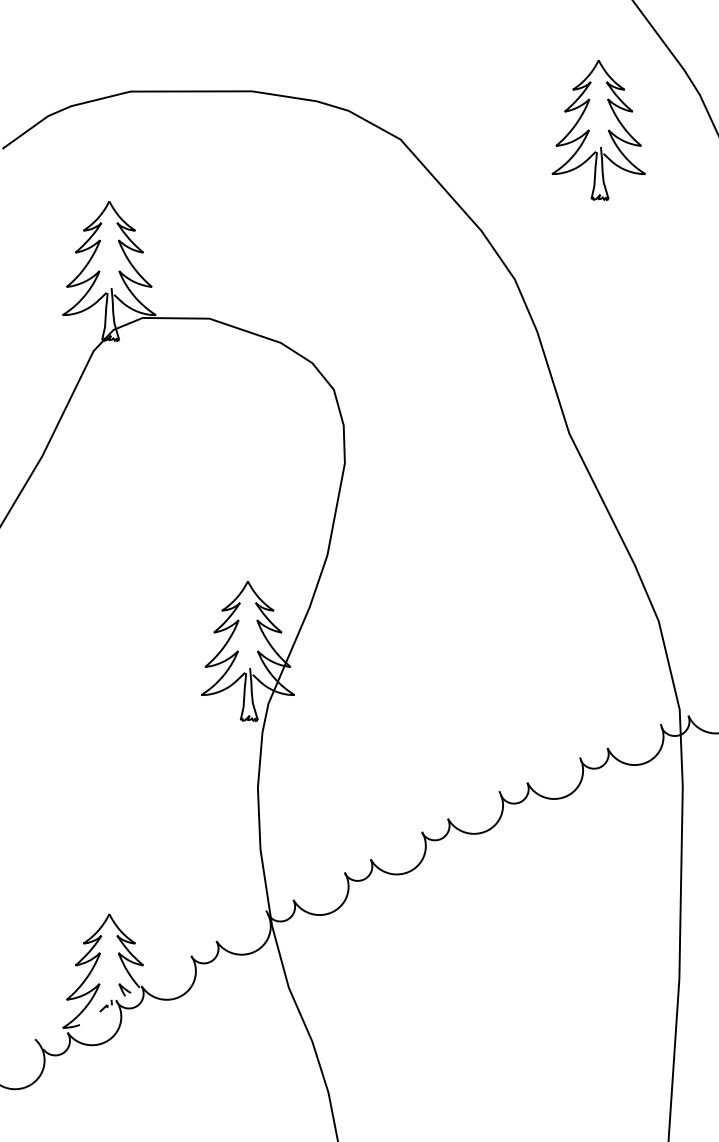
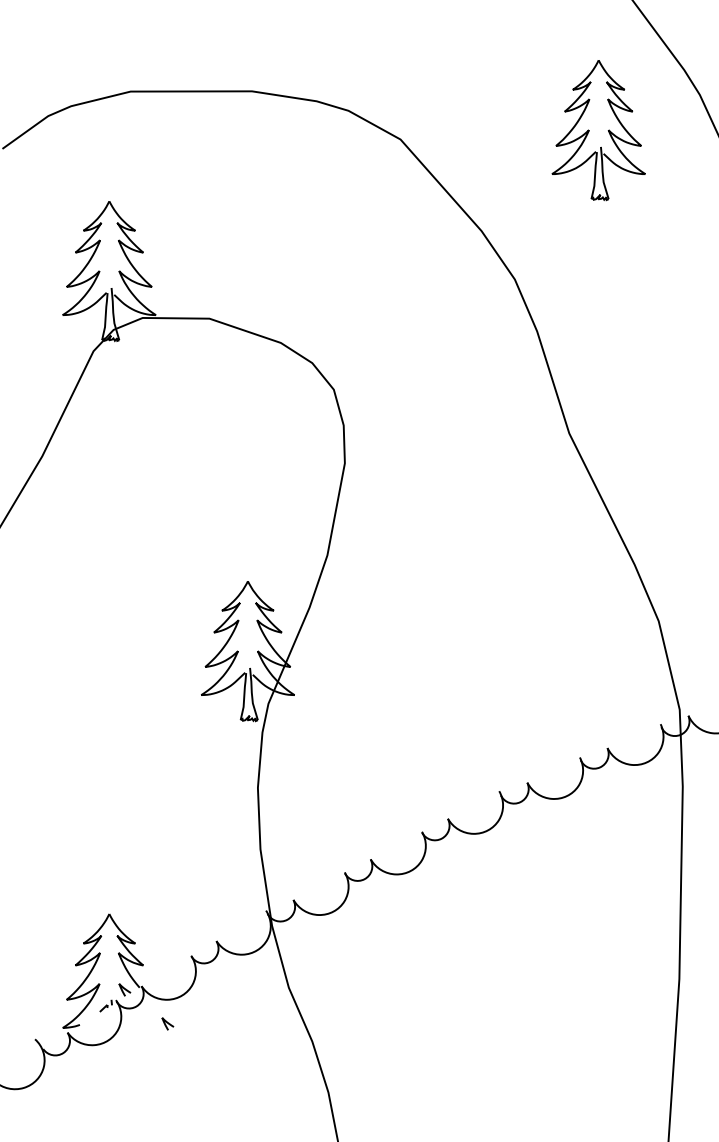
curve at (167, 1023): none -> present
